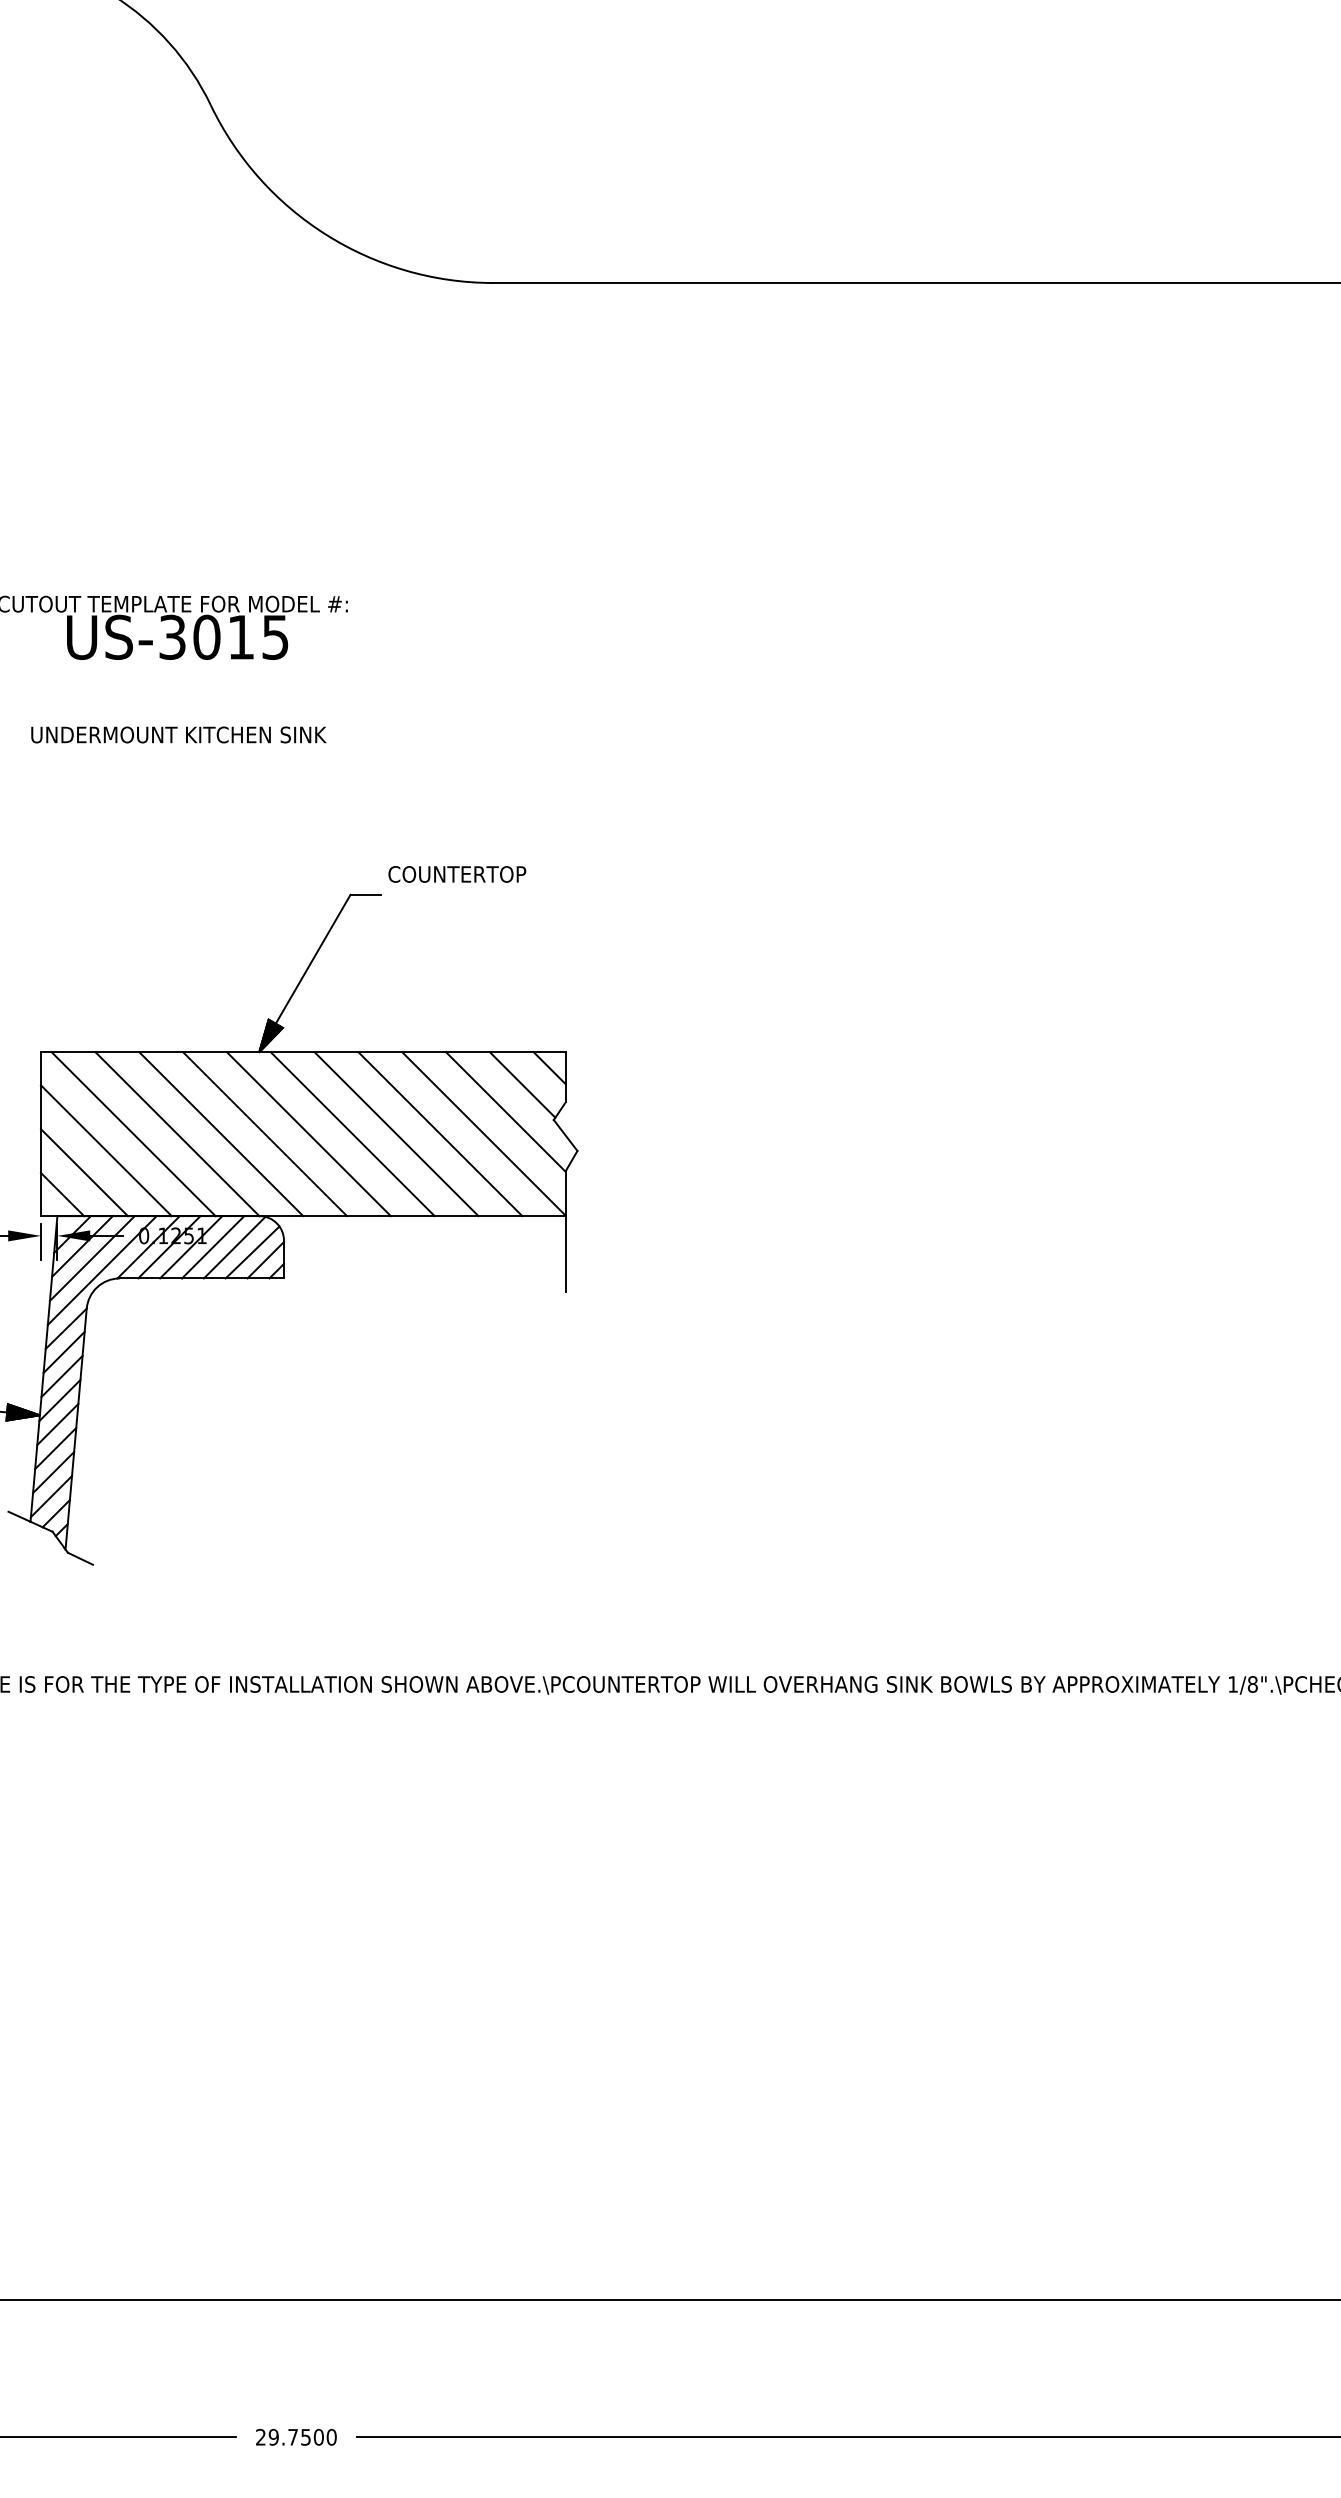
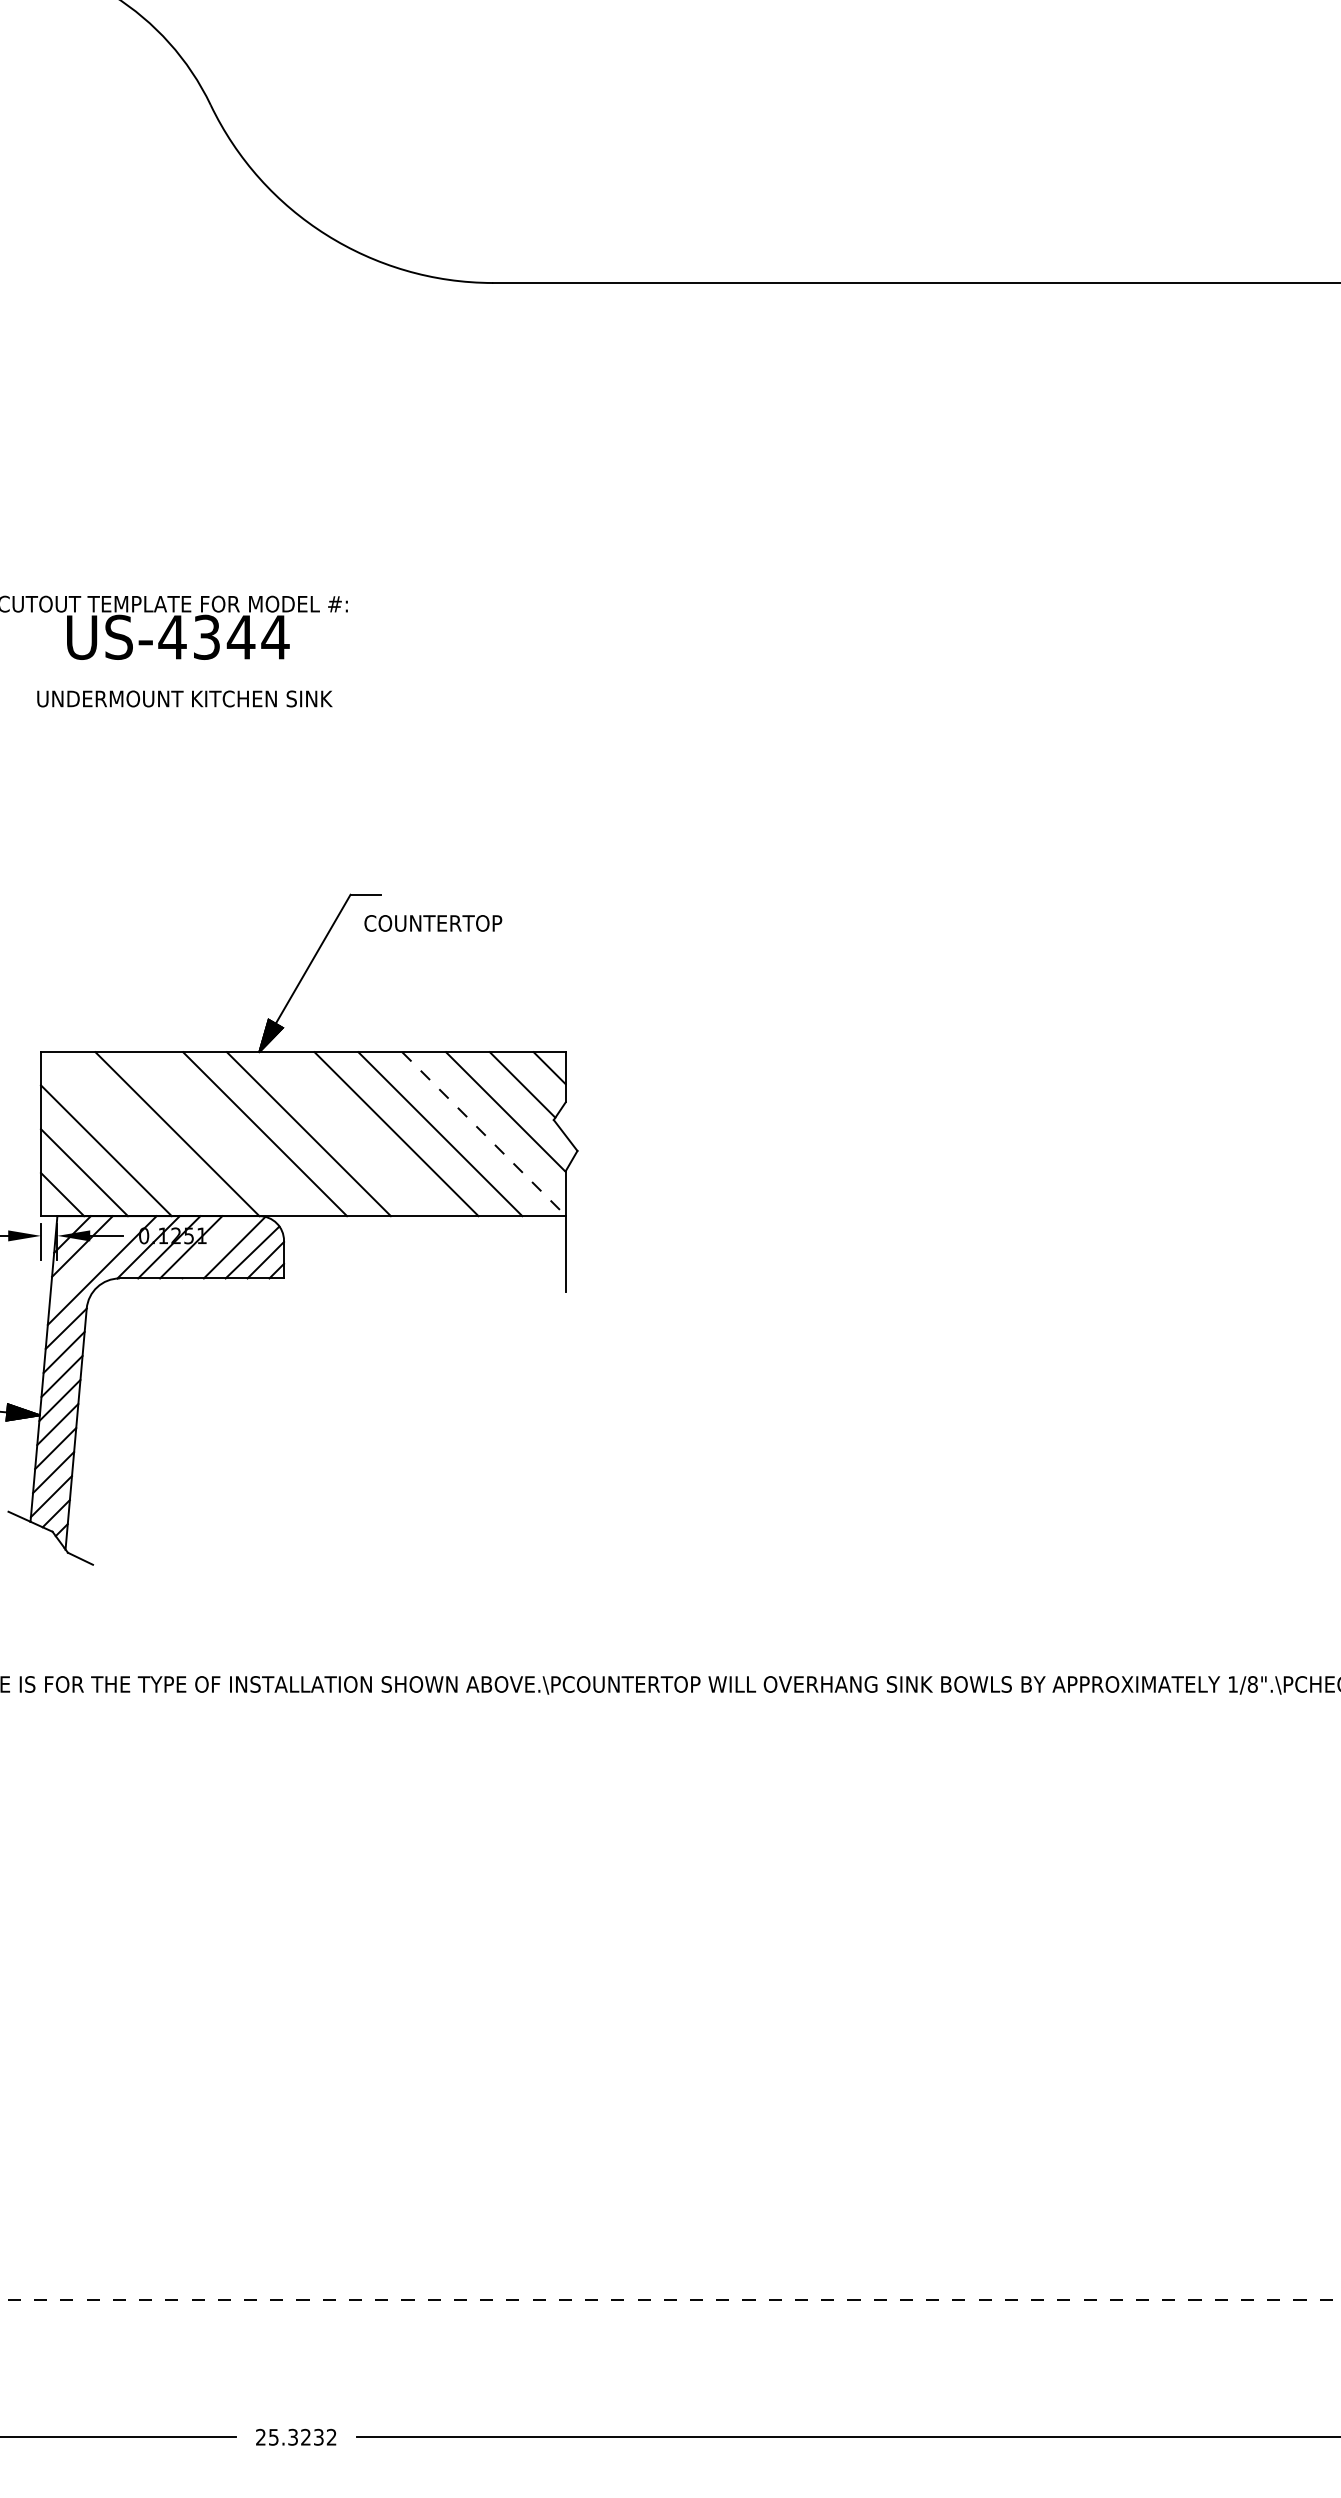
text at (223, 636): US-3015 -> US-4344
text at (178, 734) position: (178, 734) -> (184, 698)
text at (457, 874) position: (457, 874) -> (433, 923)
line at (483, 1133): solid -> dashed
line at (133, 1134): present -> none
line at (221, 1134): present -> none
line at (352, 1134): present -> none
line at (212, 1247): present -> none
line at (91, 1258): present -> none
line at (670, 2299): solid -> dashed
text at (302, 2436): 29.7500 -> 25.3232
